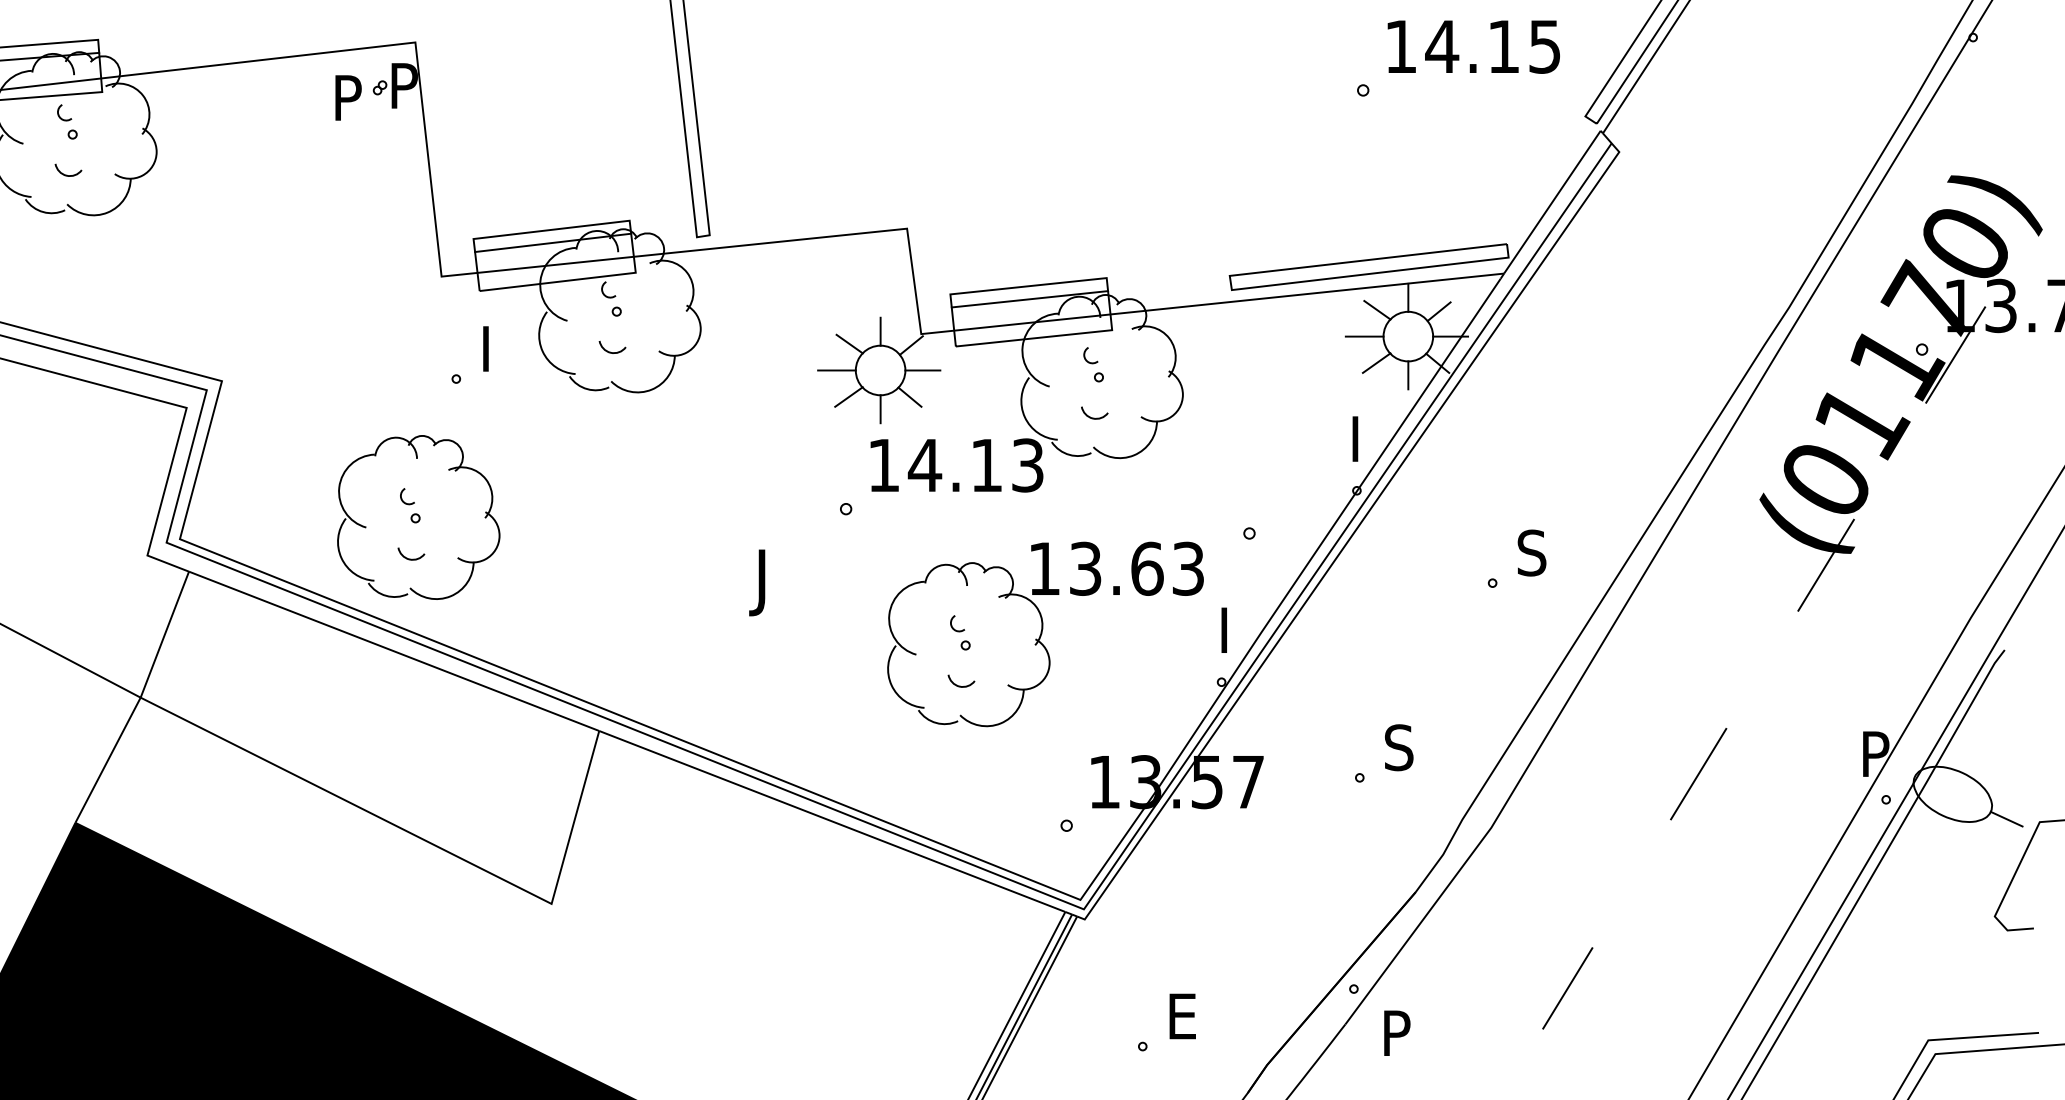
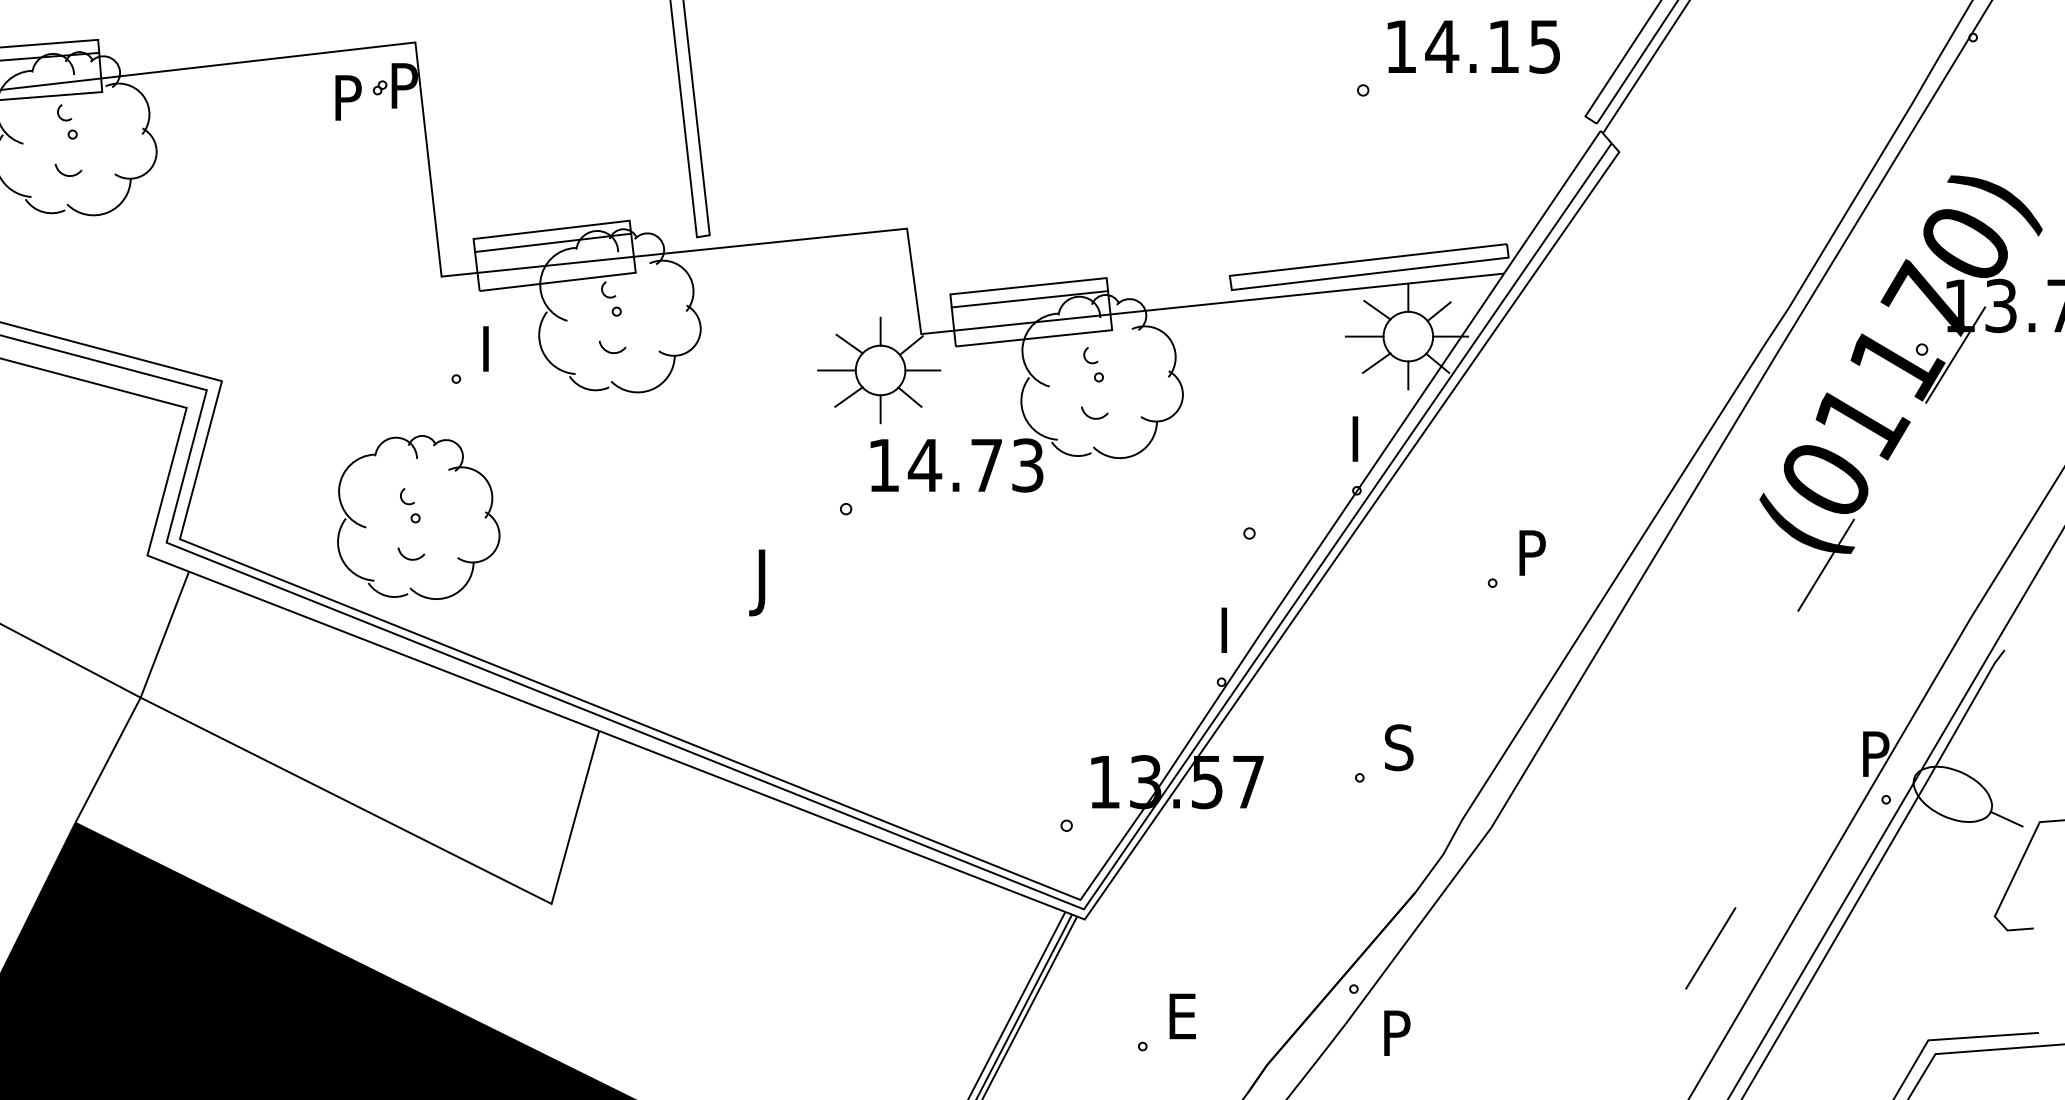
text at (986, 465): 14.13 -> 14.73
text at (1531, 552): S -> P
part at (1045, 634): present -> none
line at (1698, 774): present -> none
line at (1567, 988) position: (1567, 988) -> (1710, 948)
